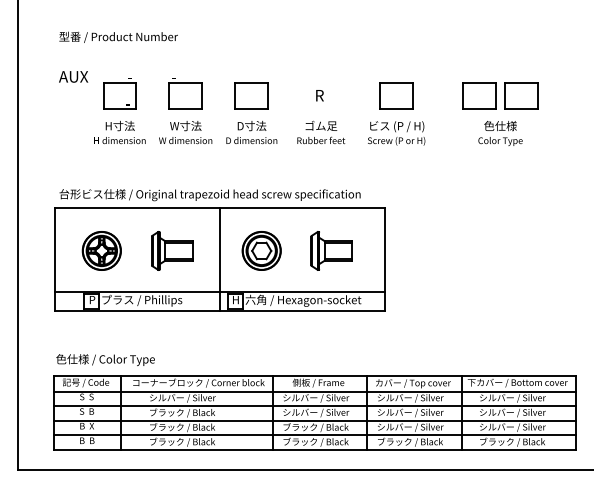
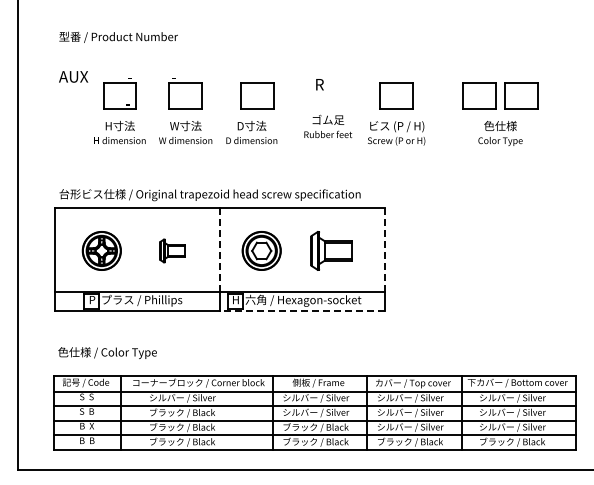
part at (251, 95) position: (251, 95) -> (257, 95)
text at (319, 95) position: (319, 95) -> (319, 84)
text at (321, 132) position: (321, 132) -> (328, 126)
part at (172, 250) size: 43x40 px -> 27x26 px
line at (219, 250): solid -> dashed
line at (384, 250): solid -> dashed
line at (301, 310): solid -> dashed
text at (105, 360) position: (105, 360) -> (107, 353)
